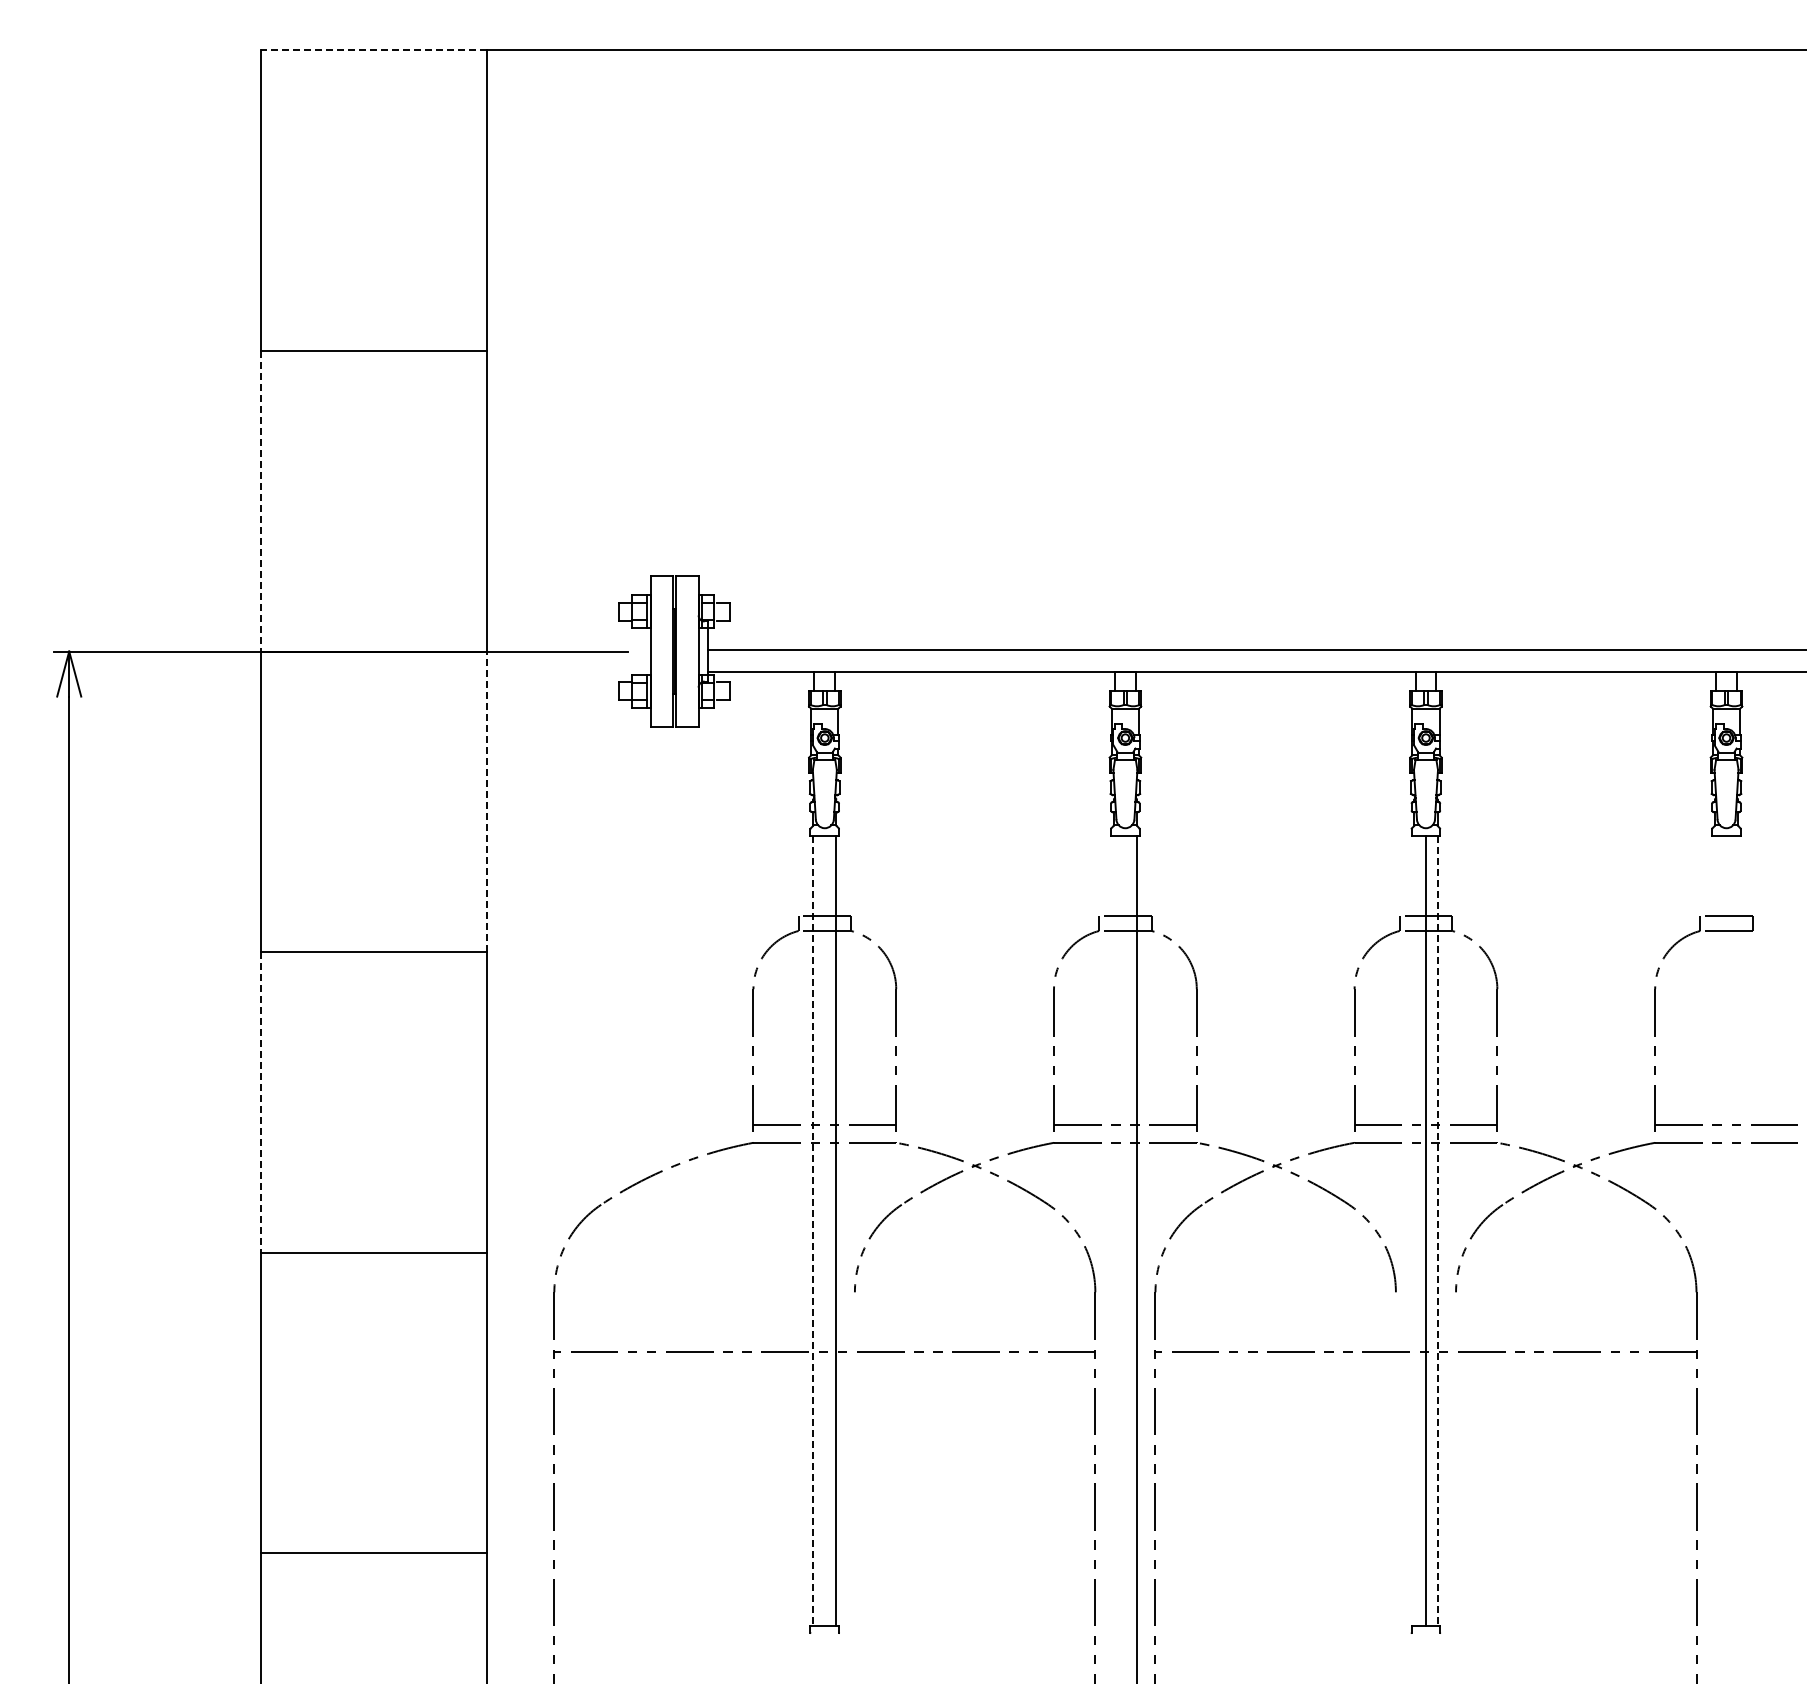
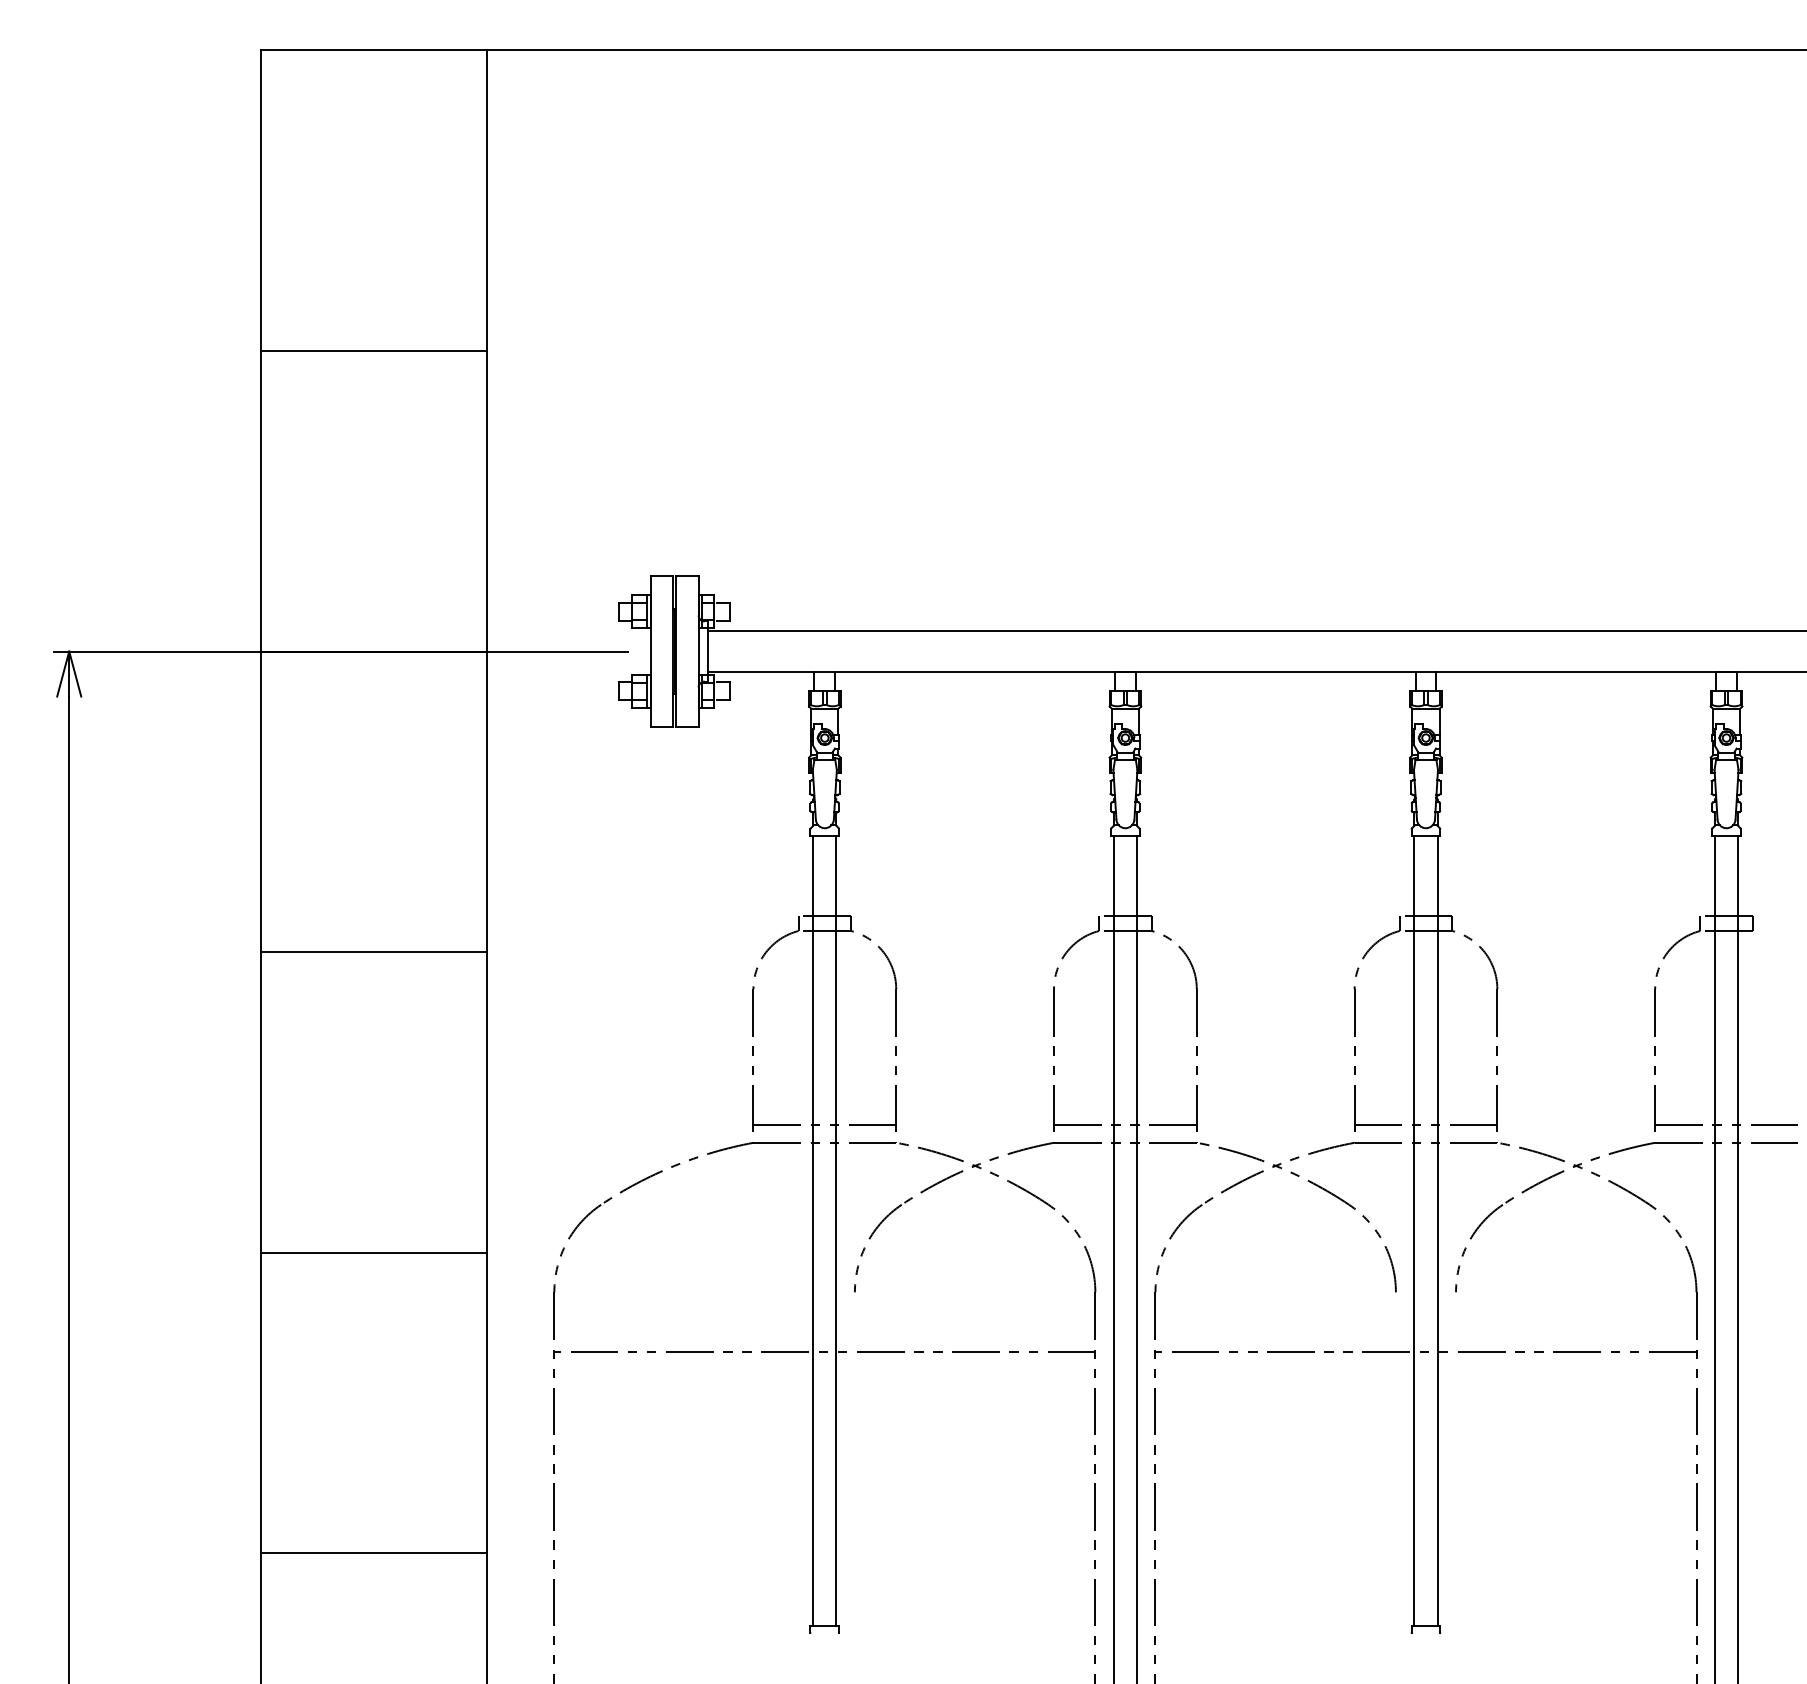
line at (374, 50): dashed -> solid
line at (261, 501): dashed -> solid
line at (1255, 650) position: (1255, 650) -> (1255, 631)
line at (486, 801): dashed -> solid
line at (261, 1102): dashed -> solid
line at (1426, 1230) position: (1426, 1230) -> (1414, 1230)
line at (813, 1231): dashed -> solid
line at (1437, 1231): dashed -> solid
line at (1113, 1257): none -> present
line at (1714, 1257): none -> present
line at (1738, 1257): none -> present
